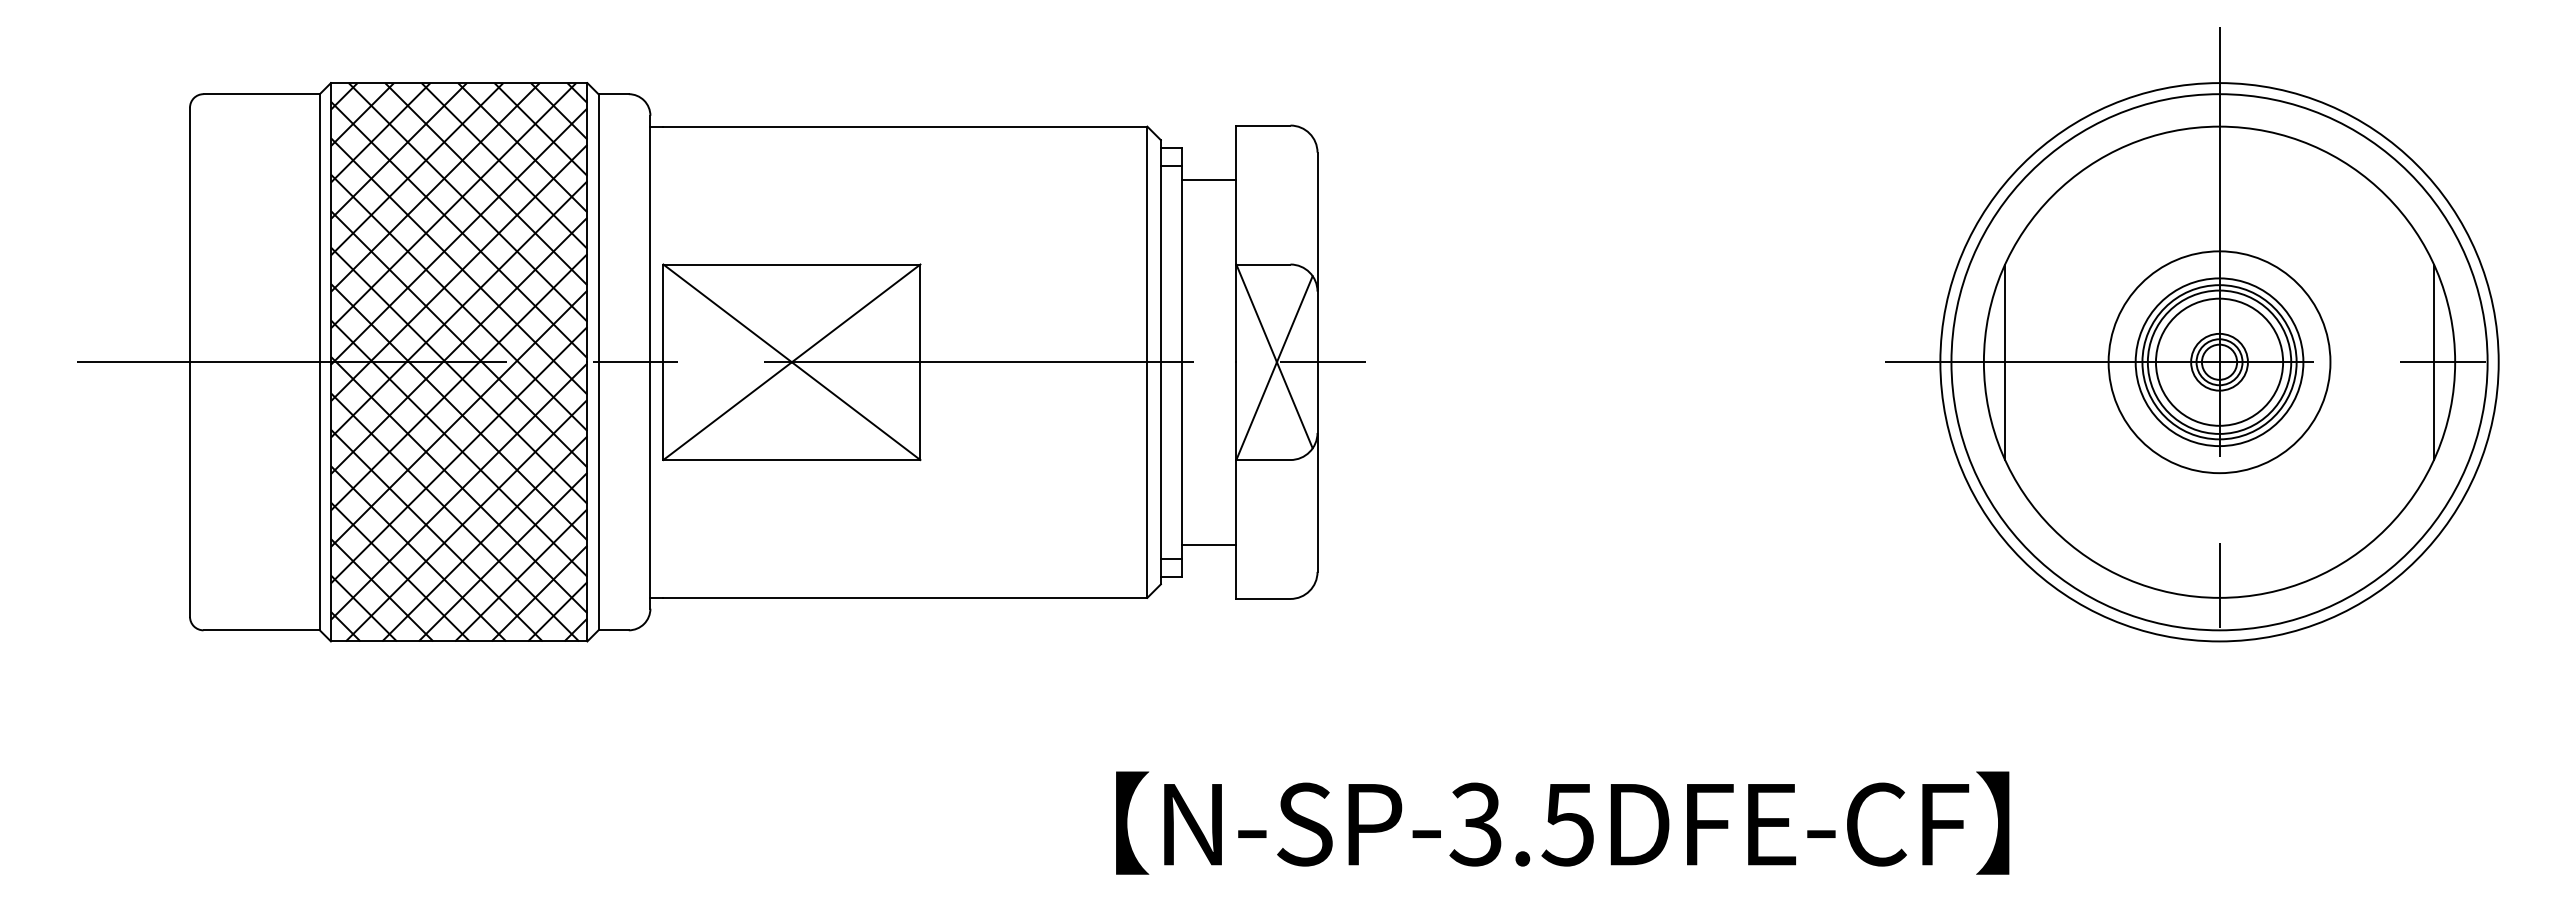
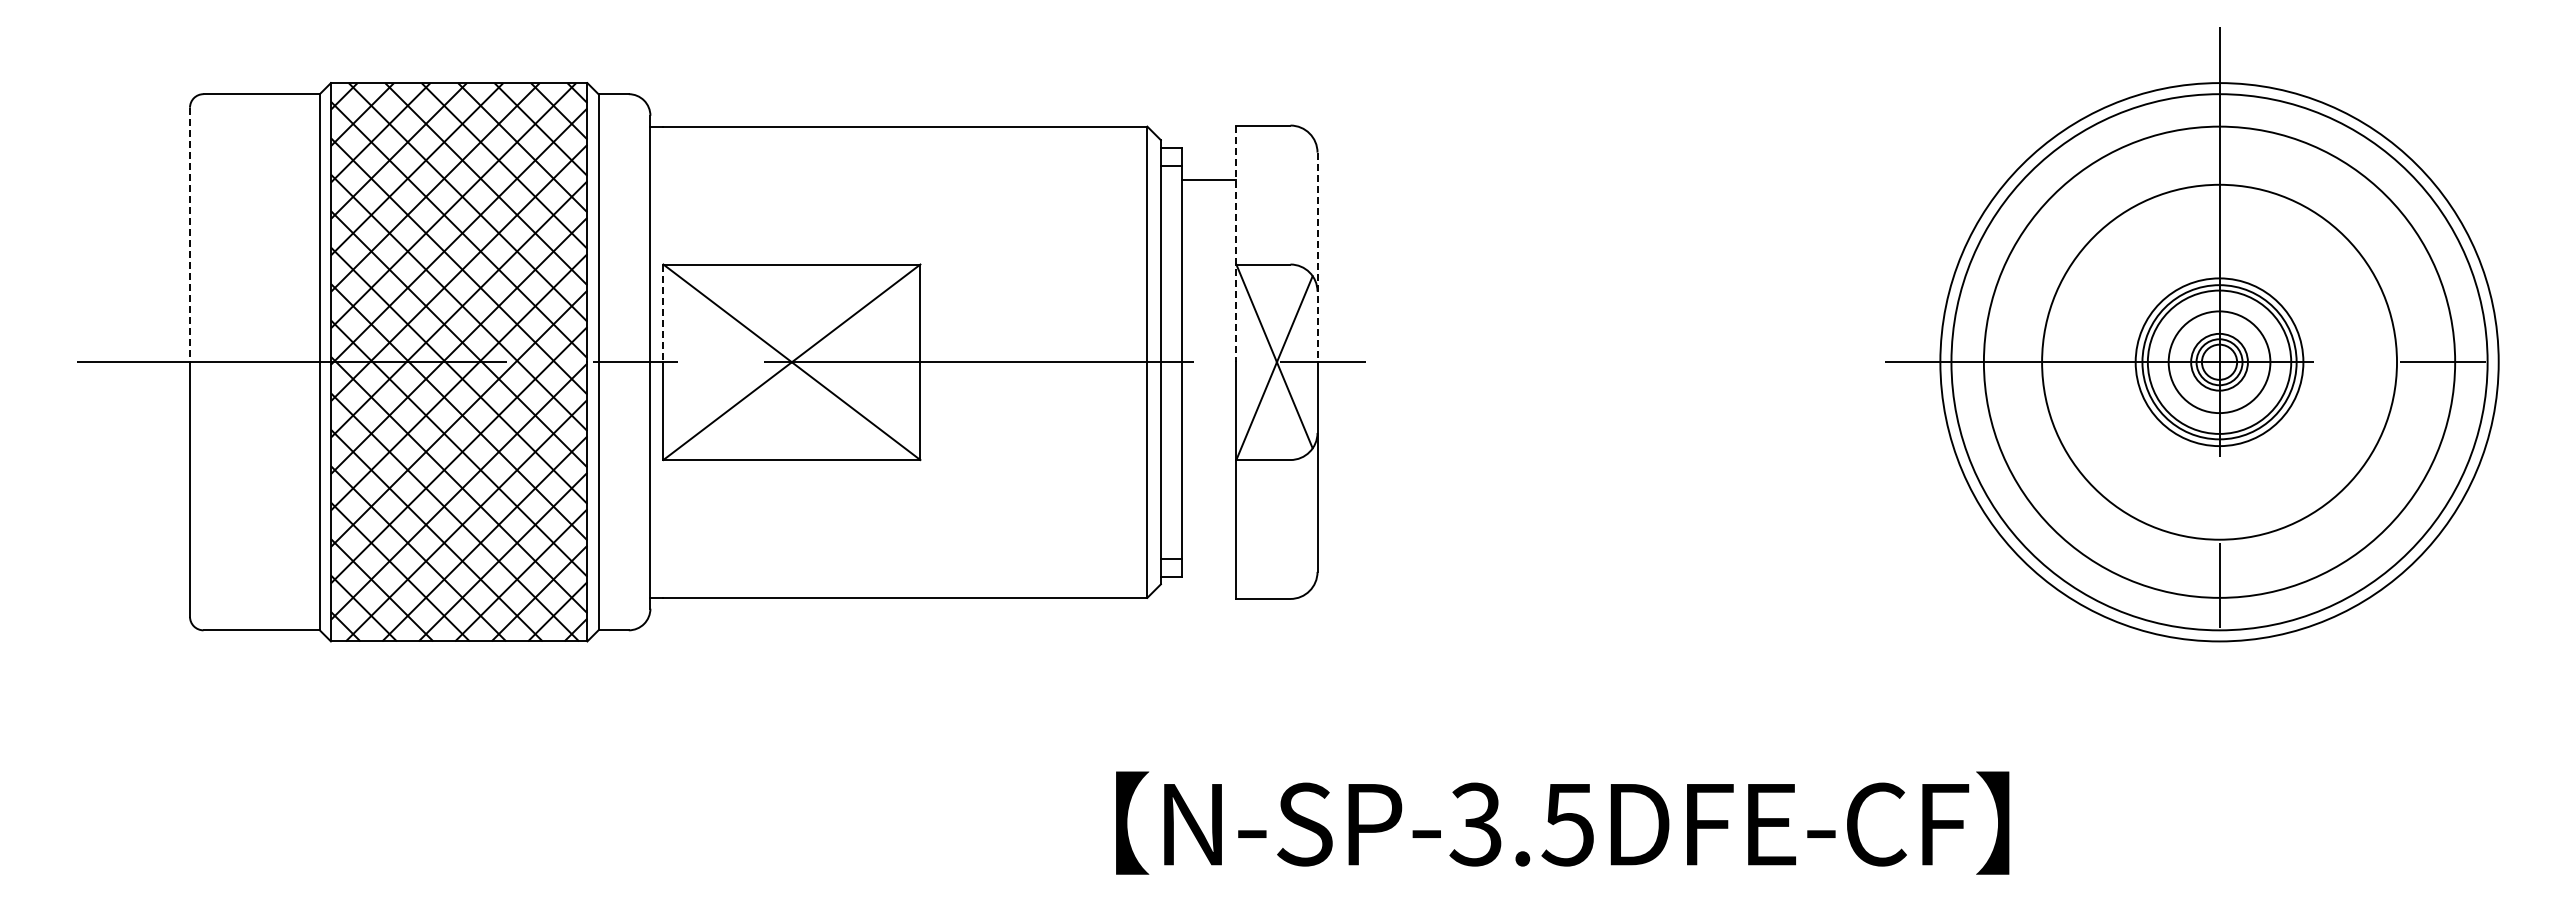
line at (190, 235): solid -> dashed
line at (1236, 244): solid -> dashed
line at (1317, 257): solid -> dashed
line at (663, 313): solid -> dashed
circle at (2219, 361) diameter: 127 px -> 102 px
line at (2005, 362): present -> none
circle at (2219, 362) diameter: 222 px -> 355 px
line at (2433, 362): present -> none
line at (1209, 544): present -> none
